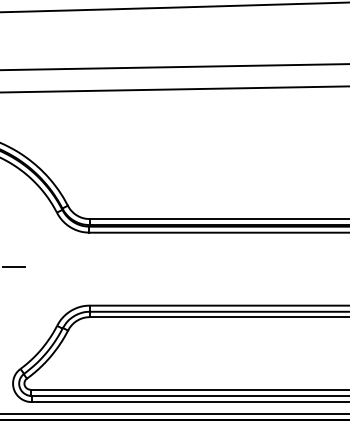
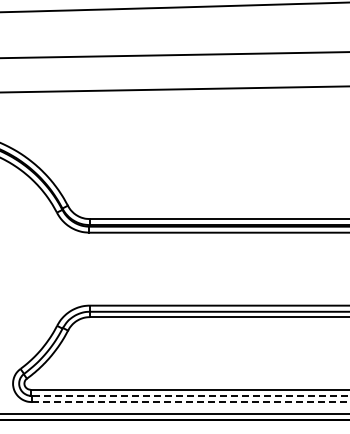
line at (174, 67) position: (174, 67) -> (174, 55)
line at (13, 267): present -> none
line at (190, 395): solid -> dashed
line at (190, 402): solid -> dashed
